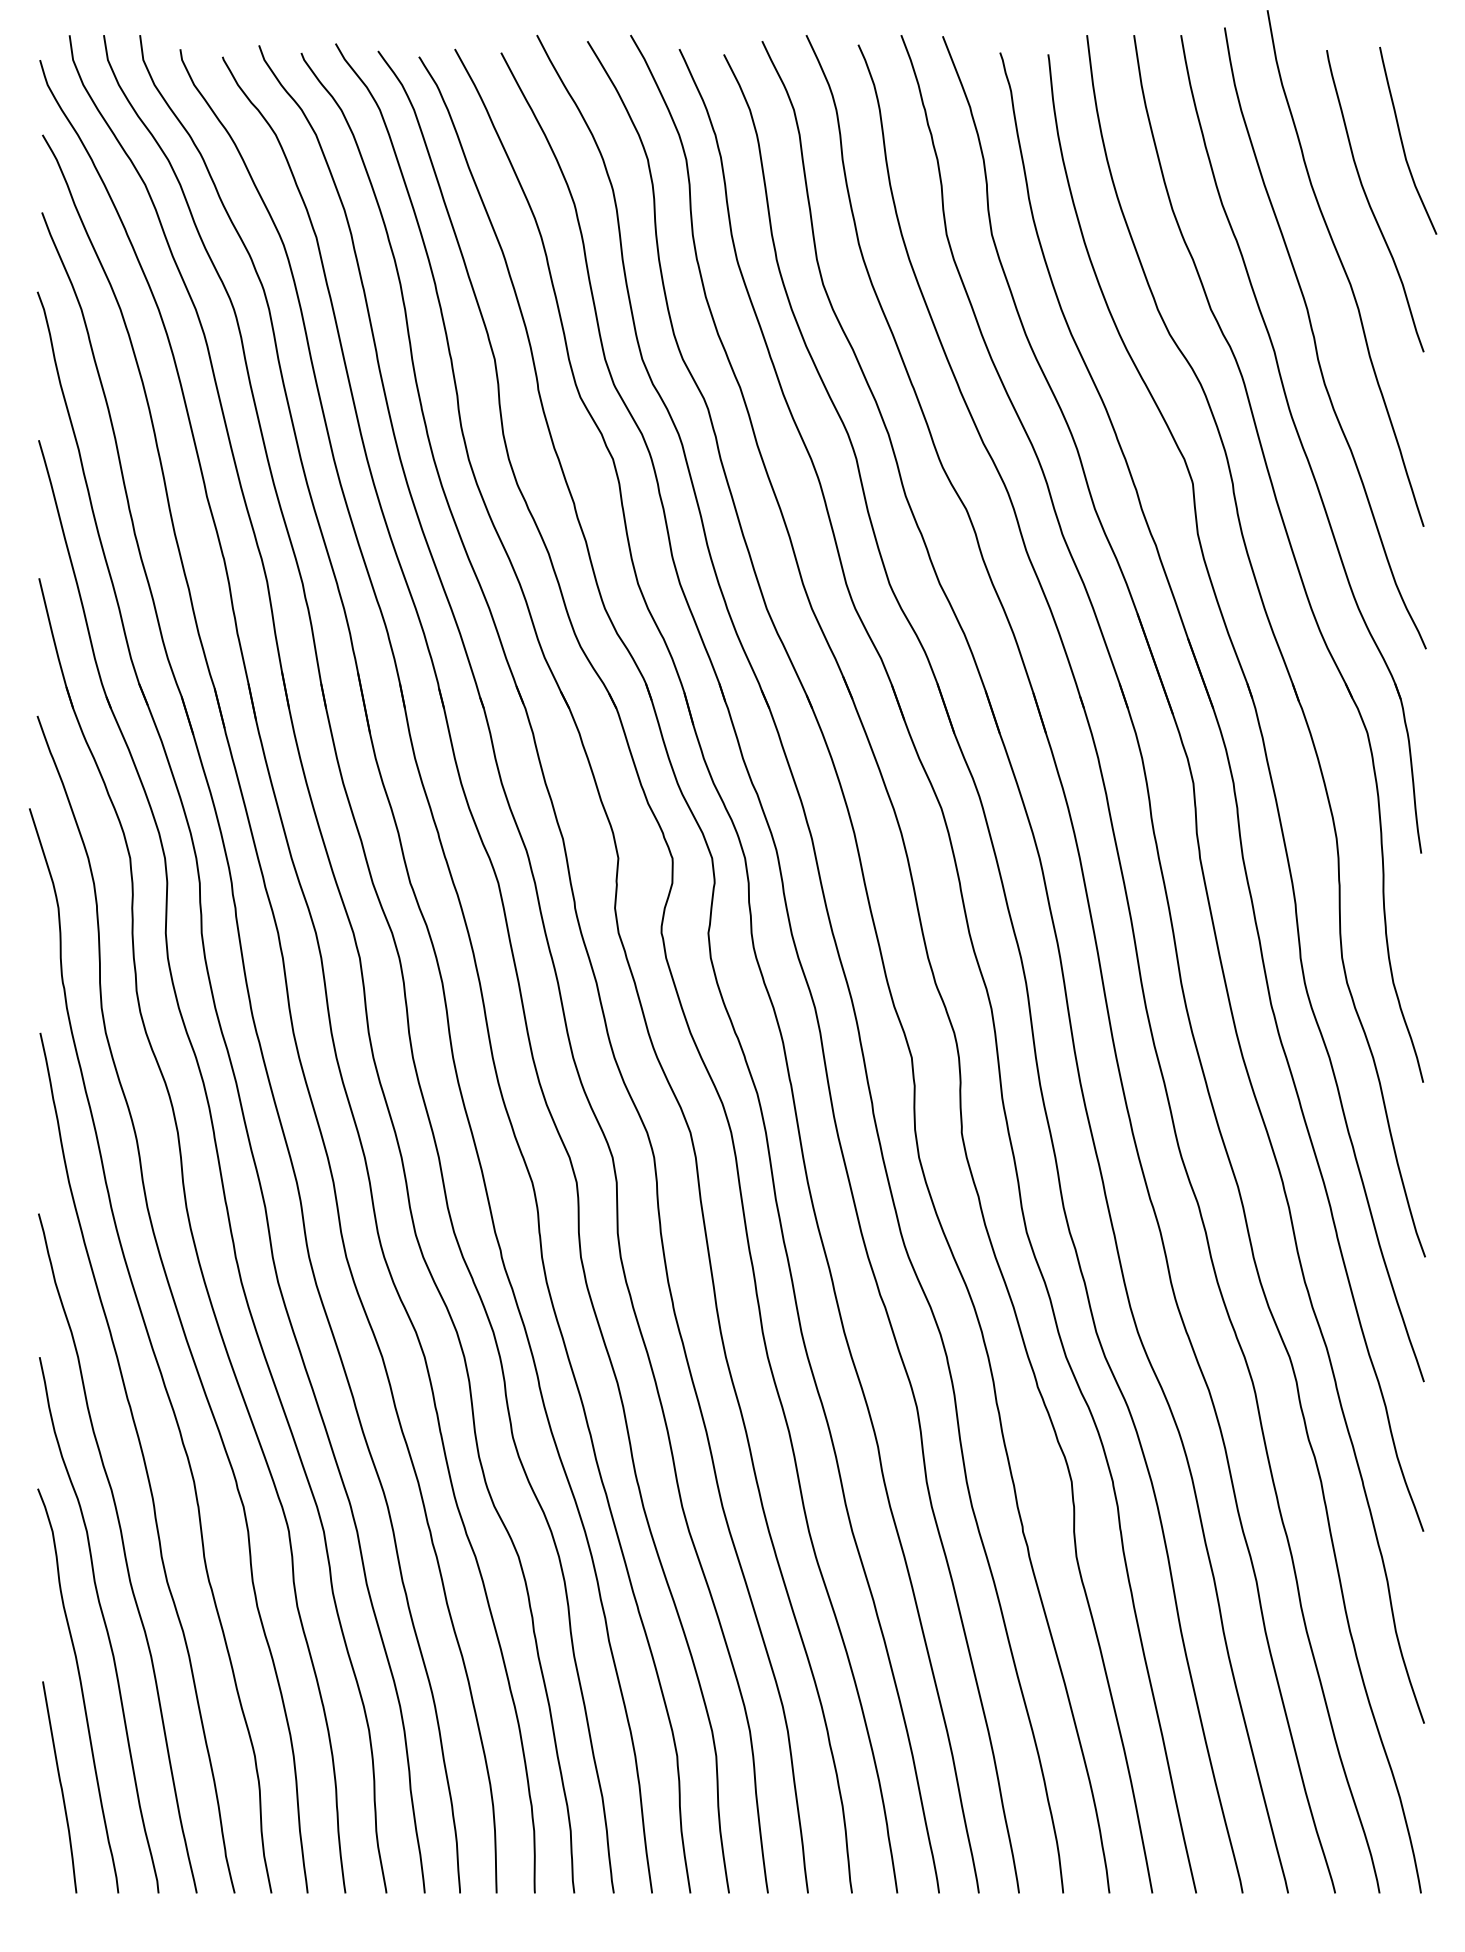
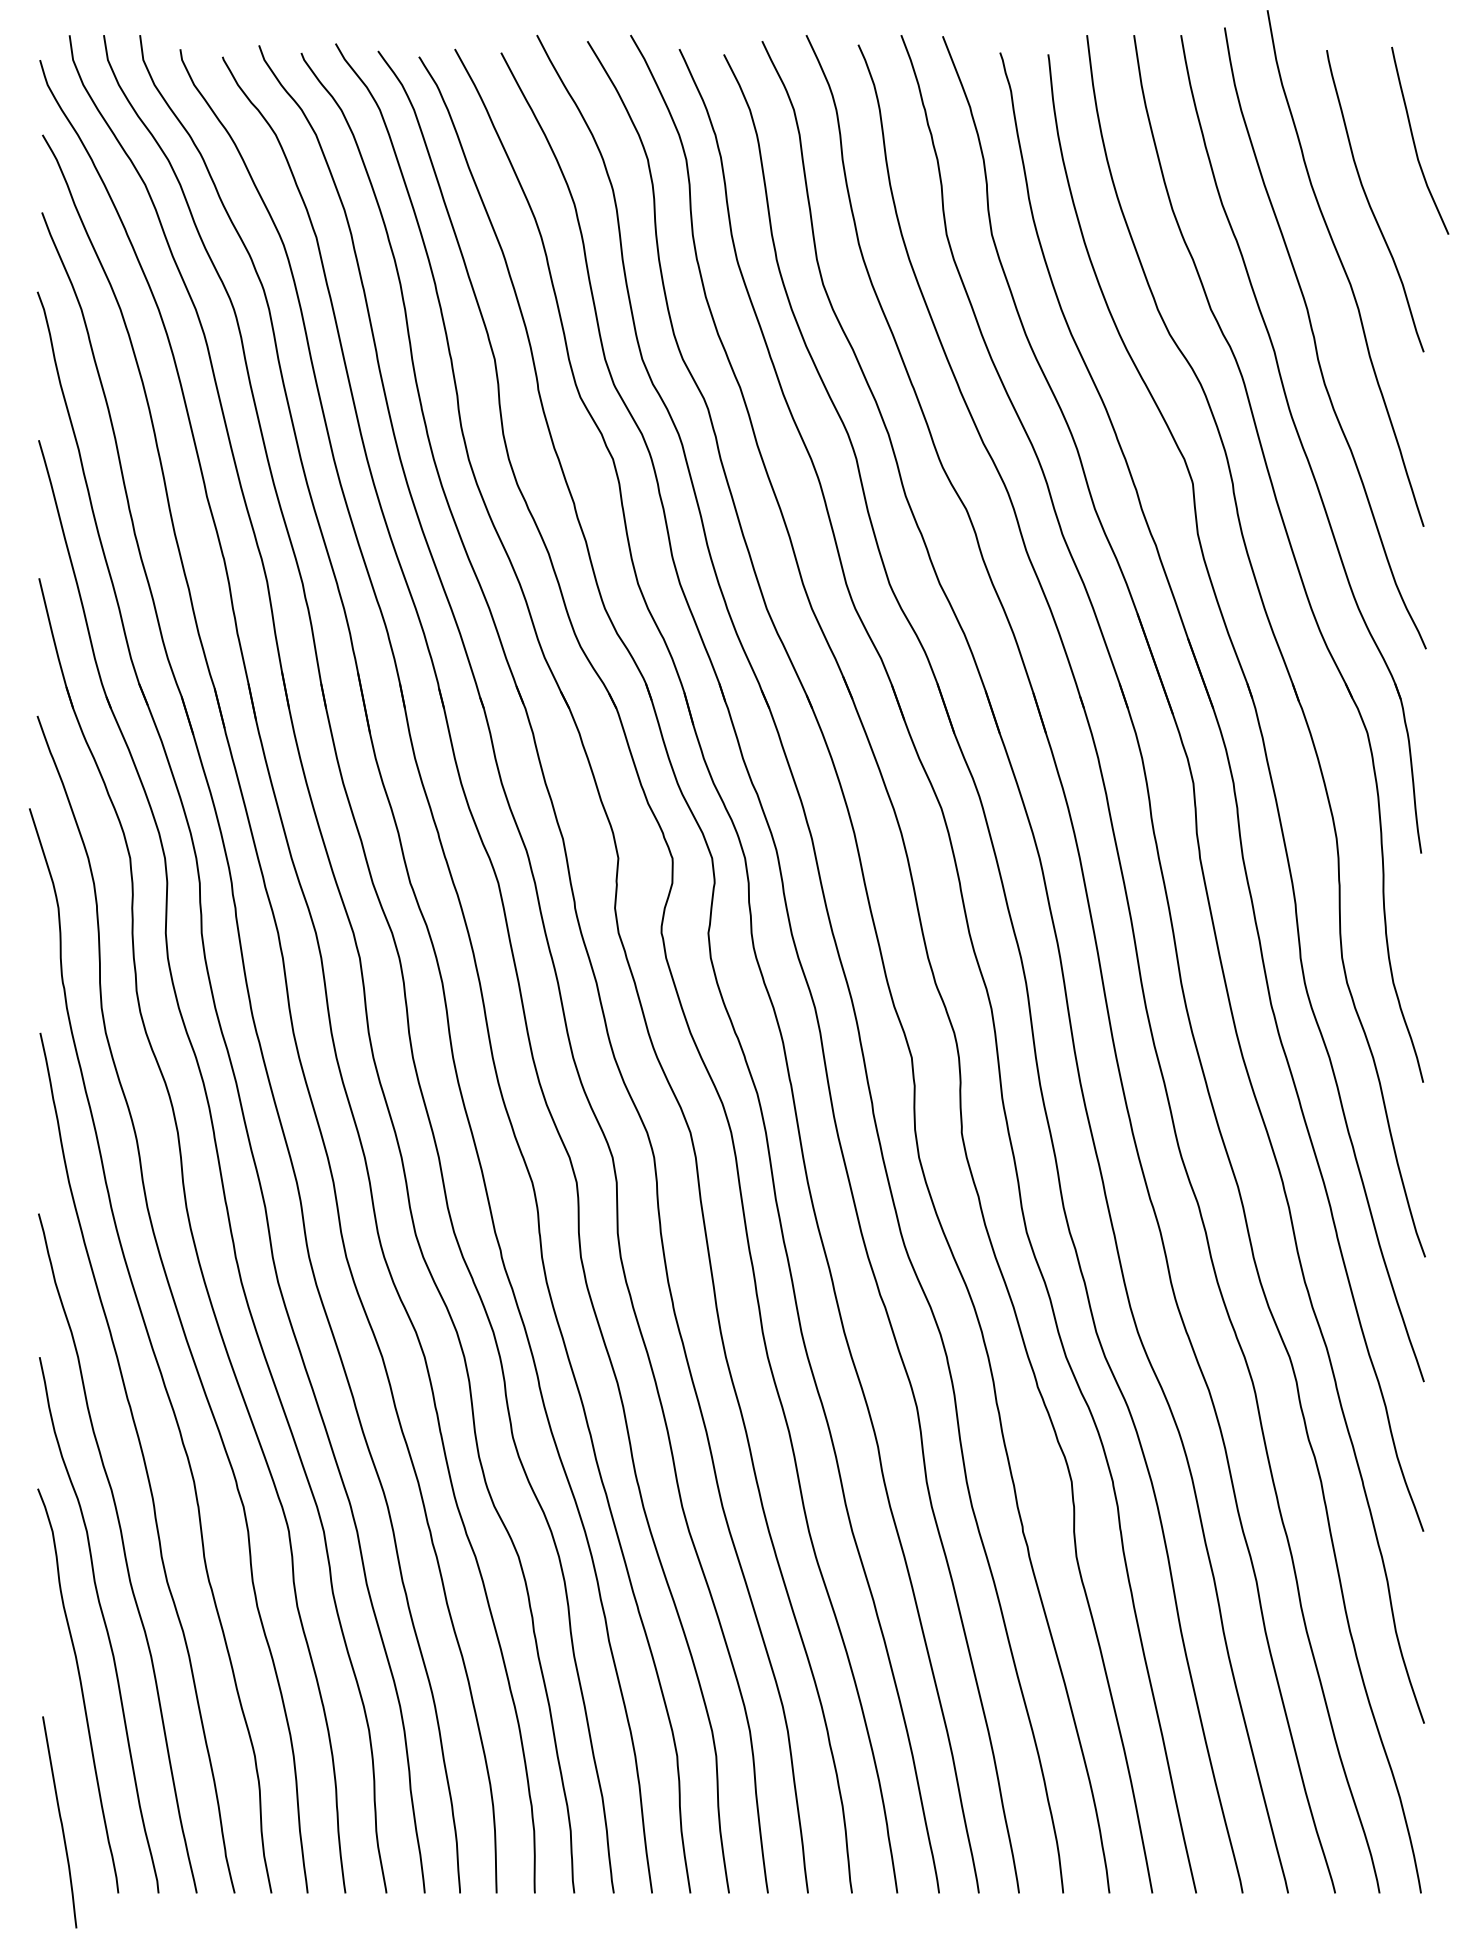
curve at (1403, 143) position: (1403, 143) -> (1415, 143)
curve at (60, 1787) position: (60, 1787) -> (60, 1822)
